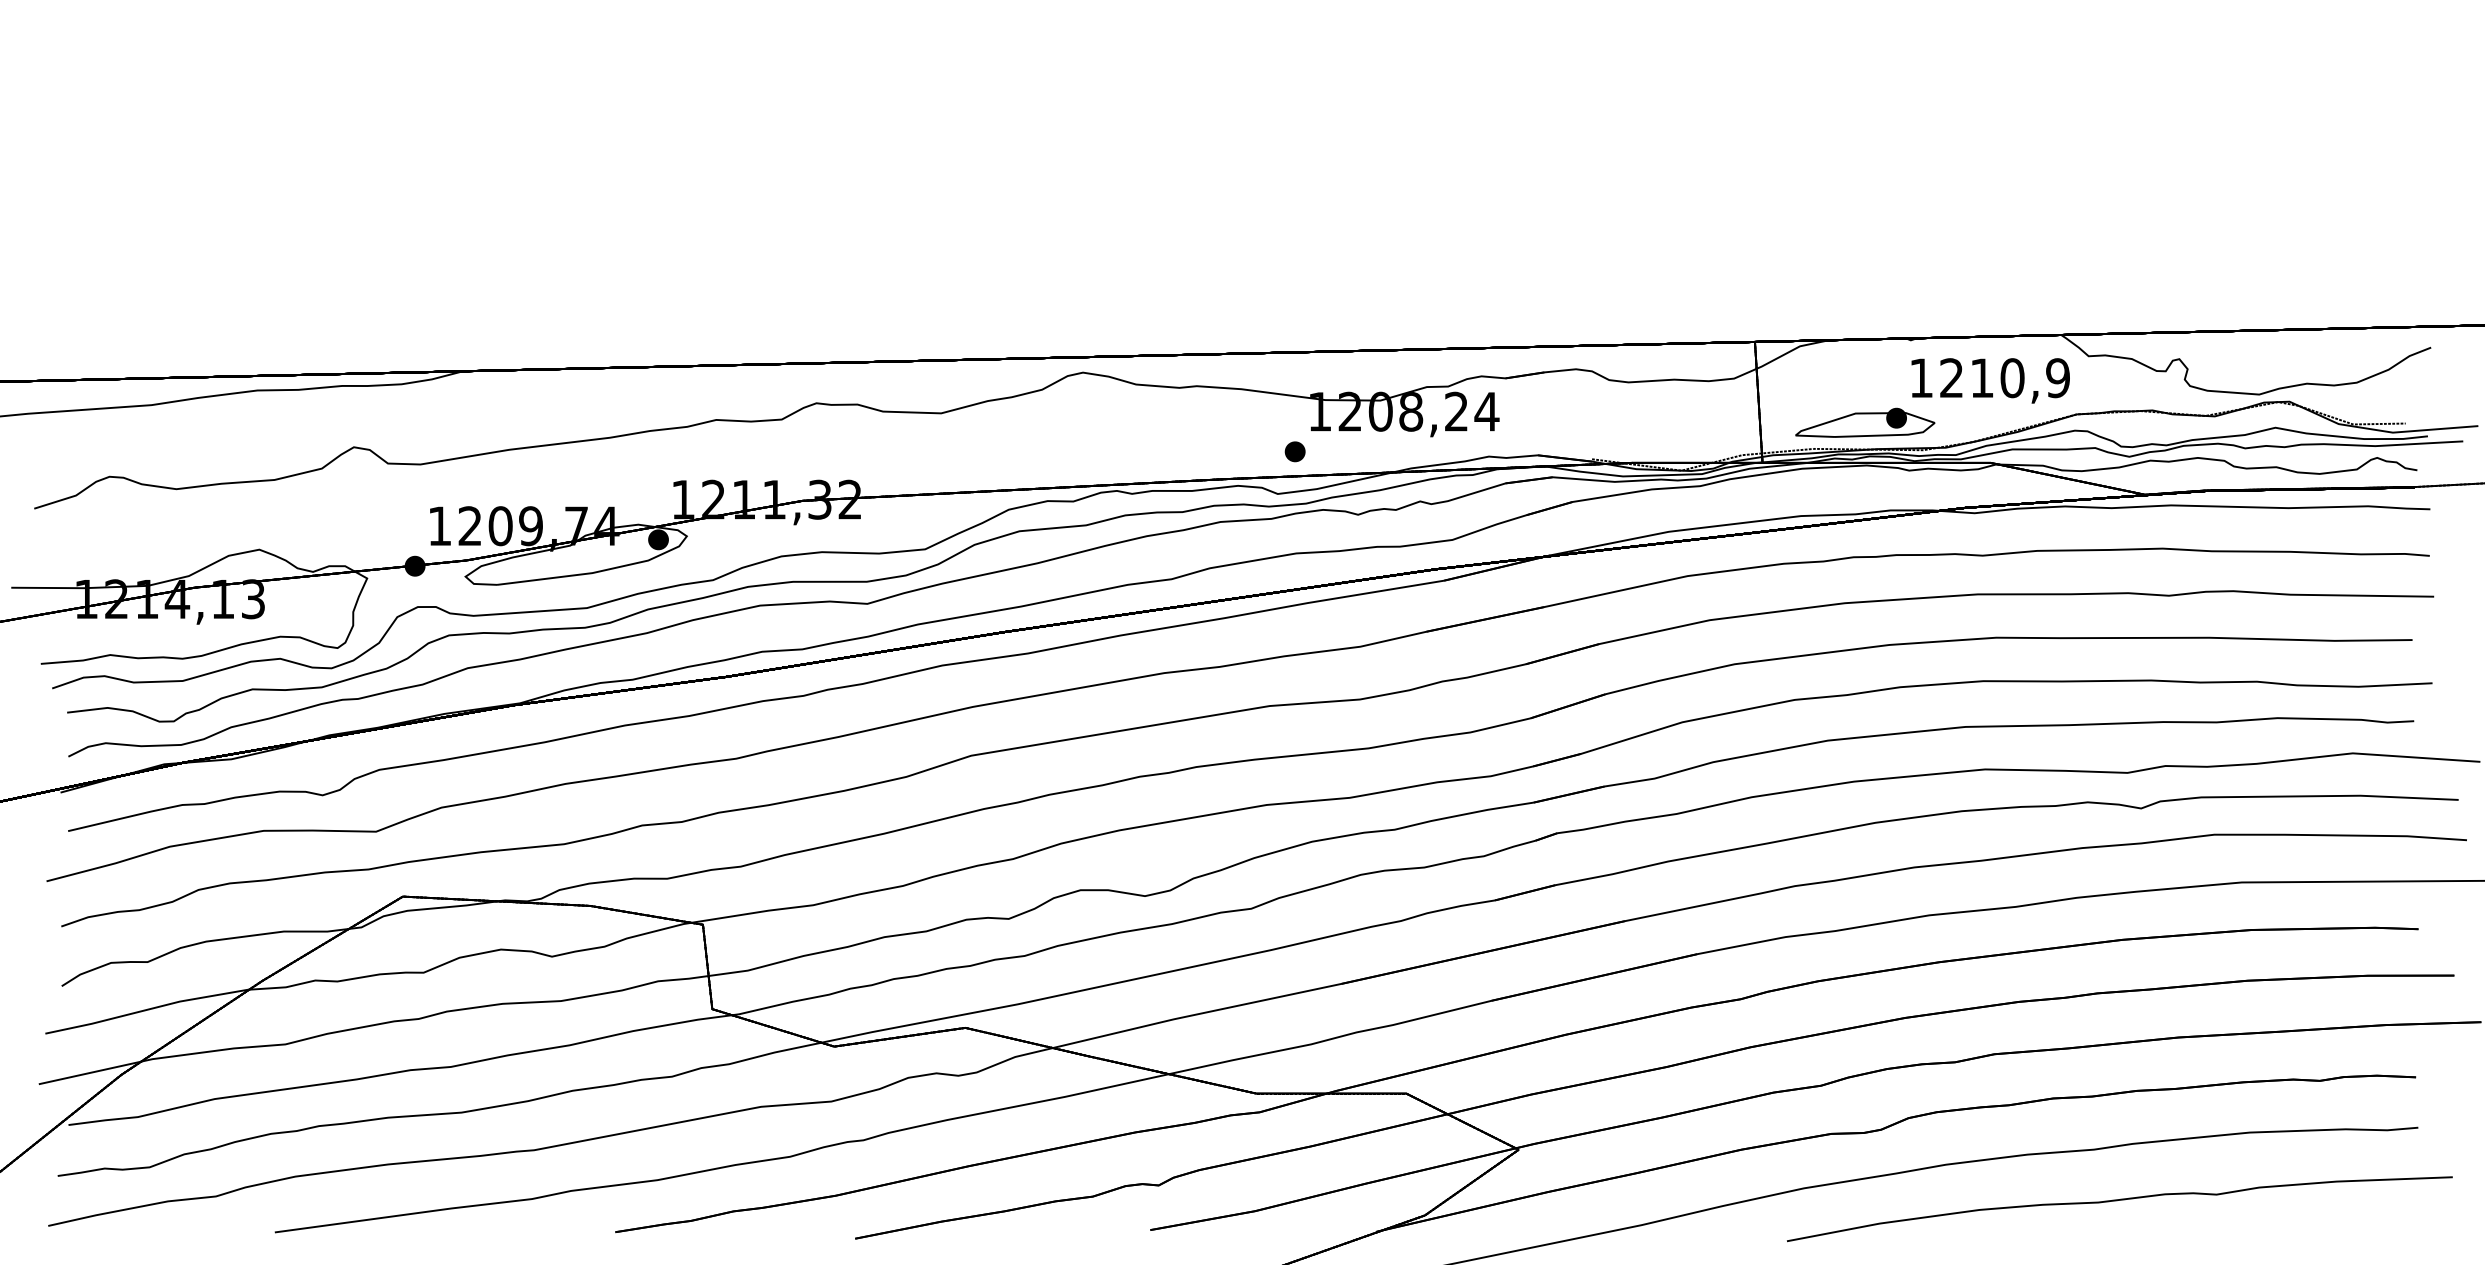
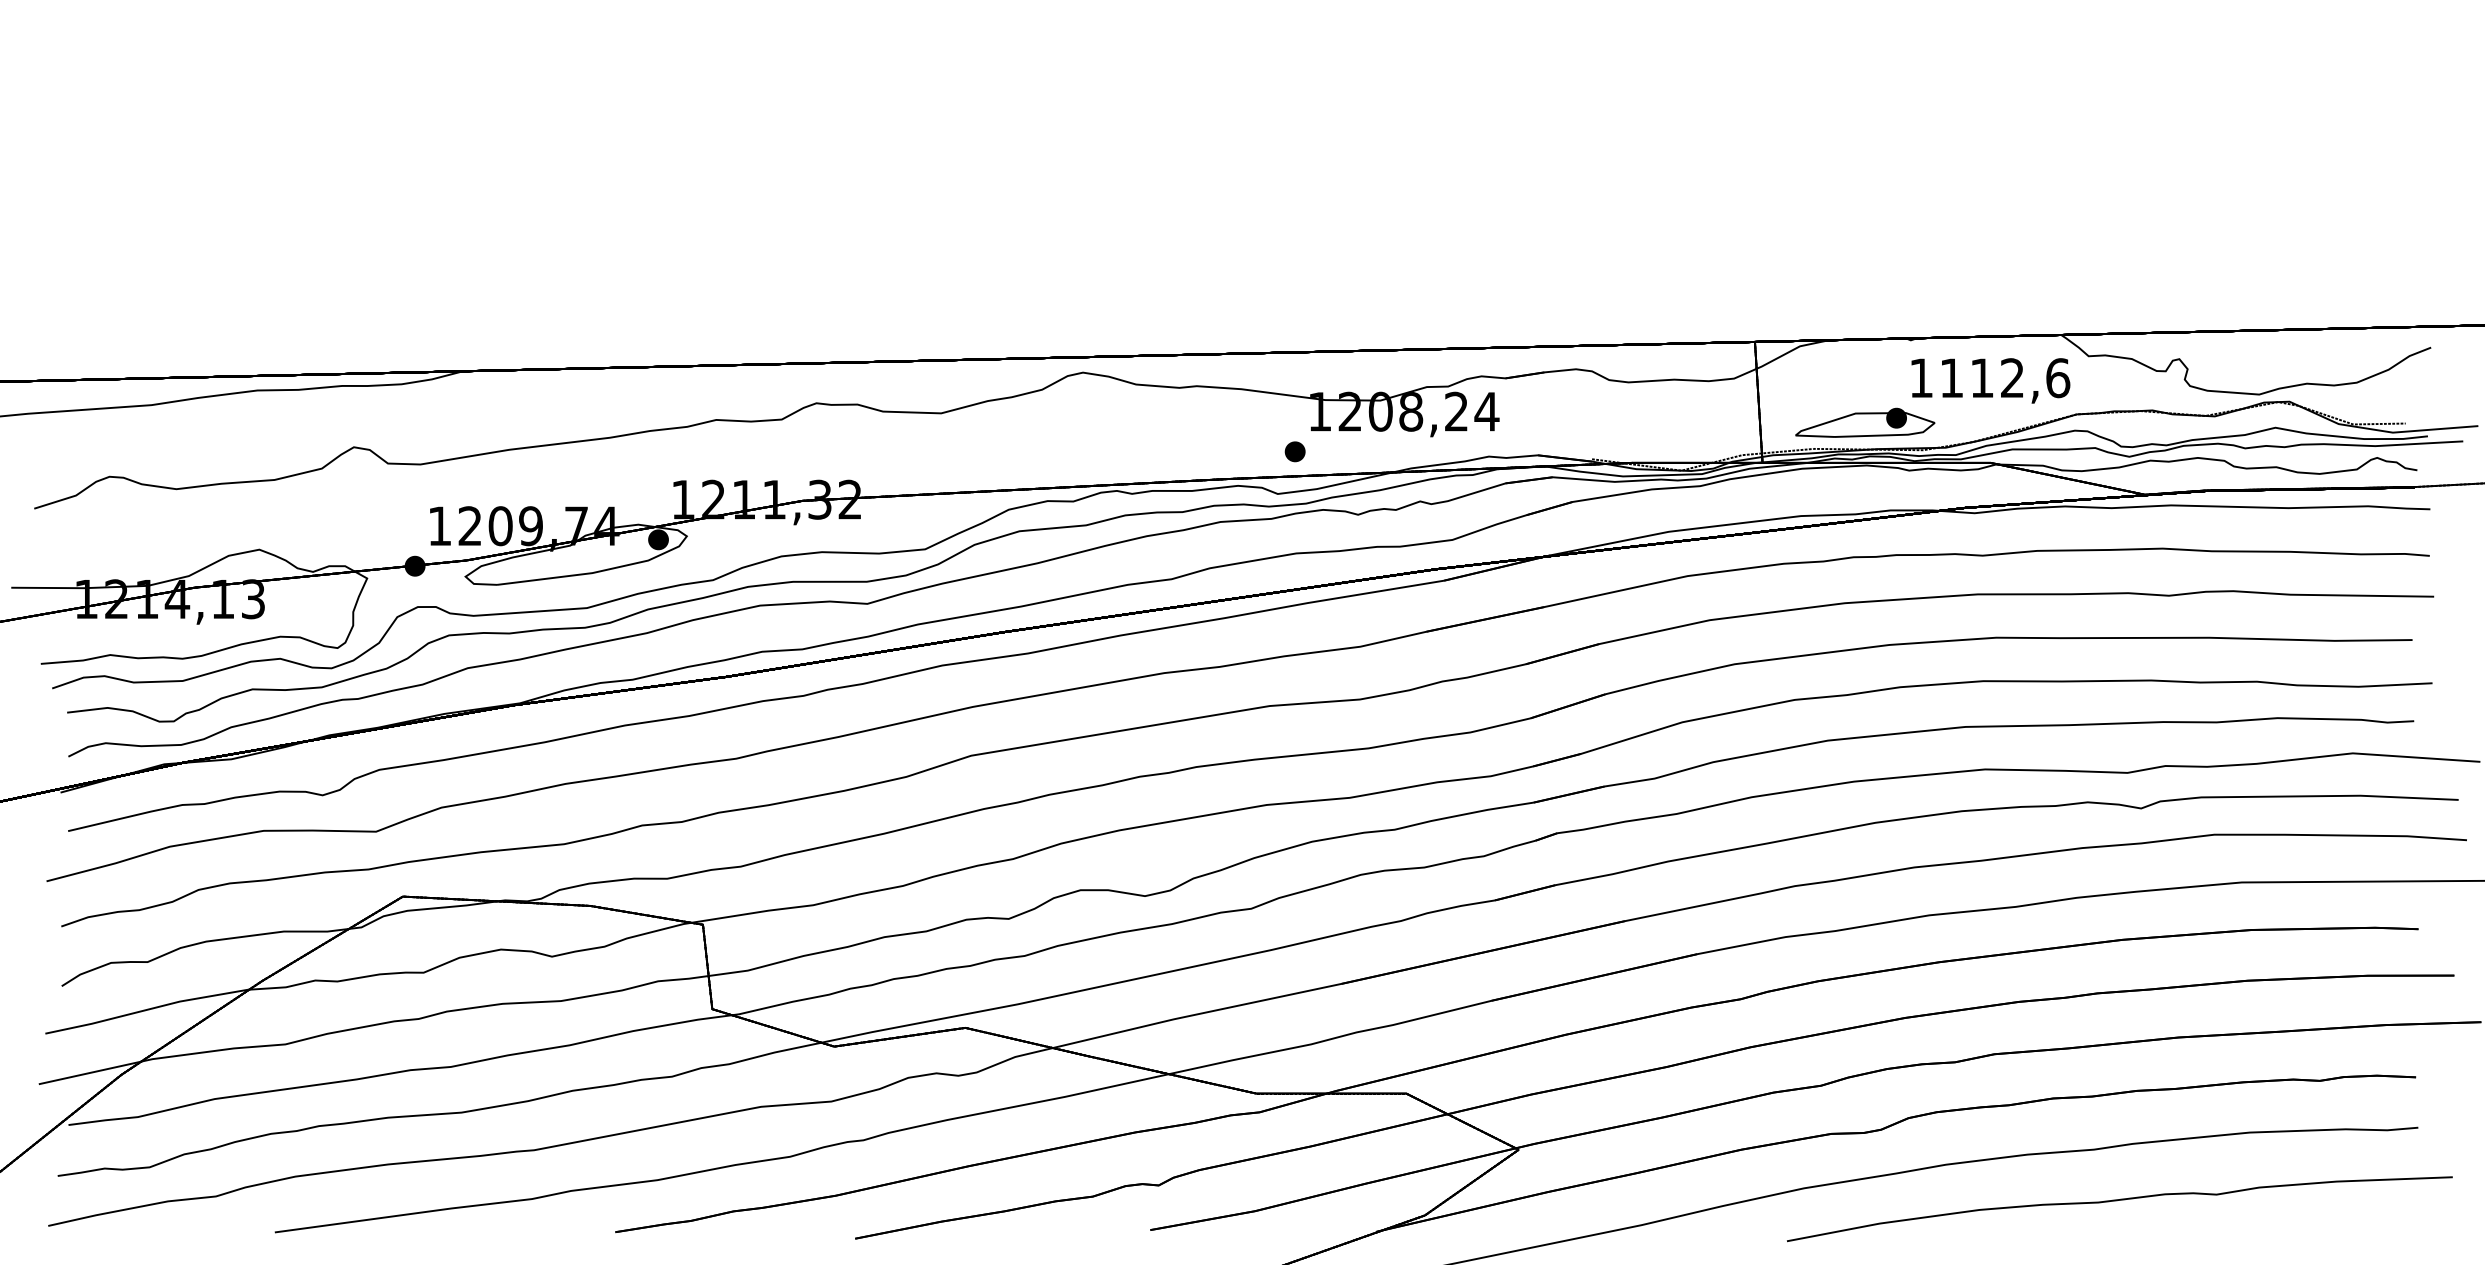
text at (2005, 378): 1210,9 -> 1112,6
